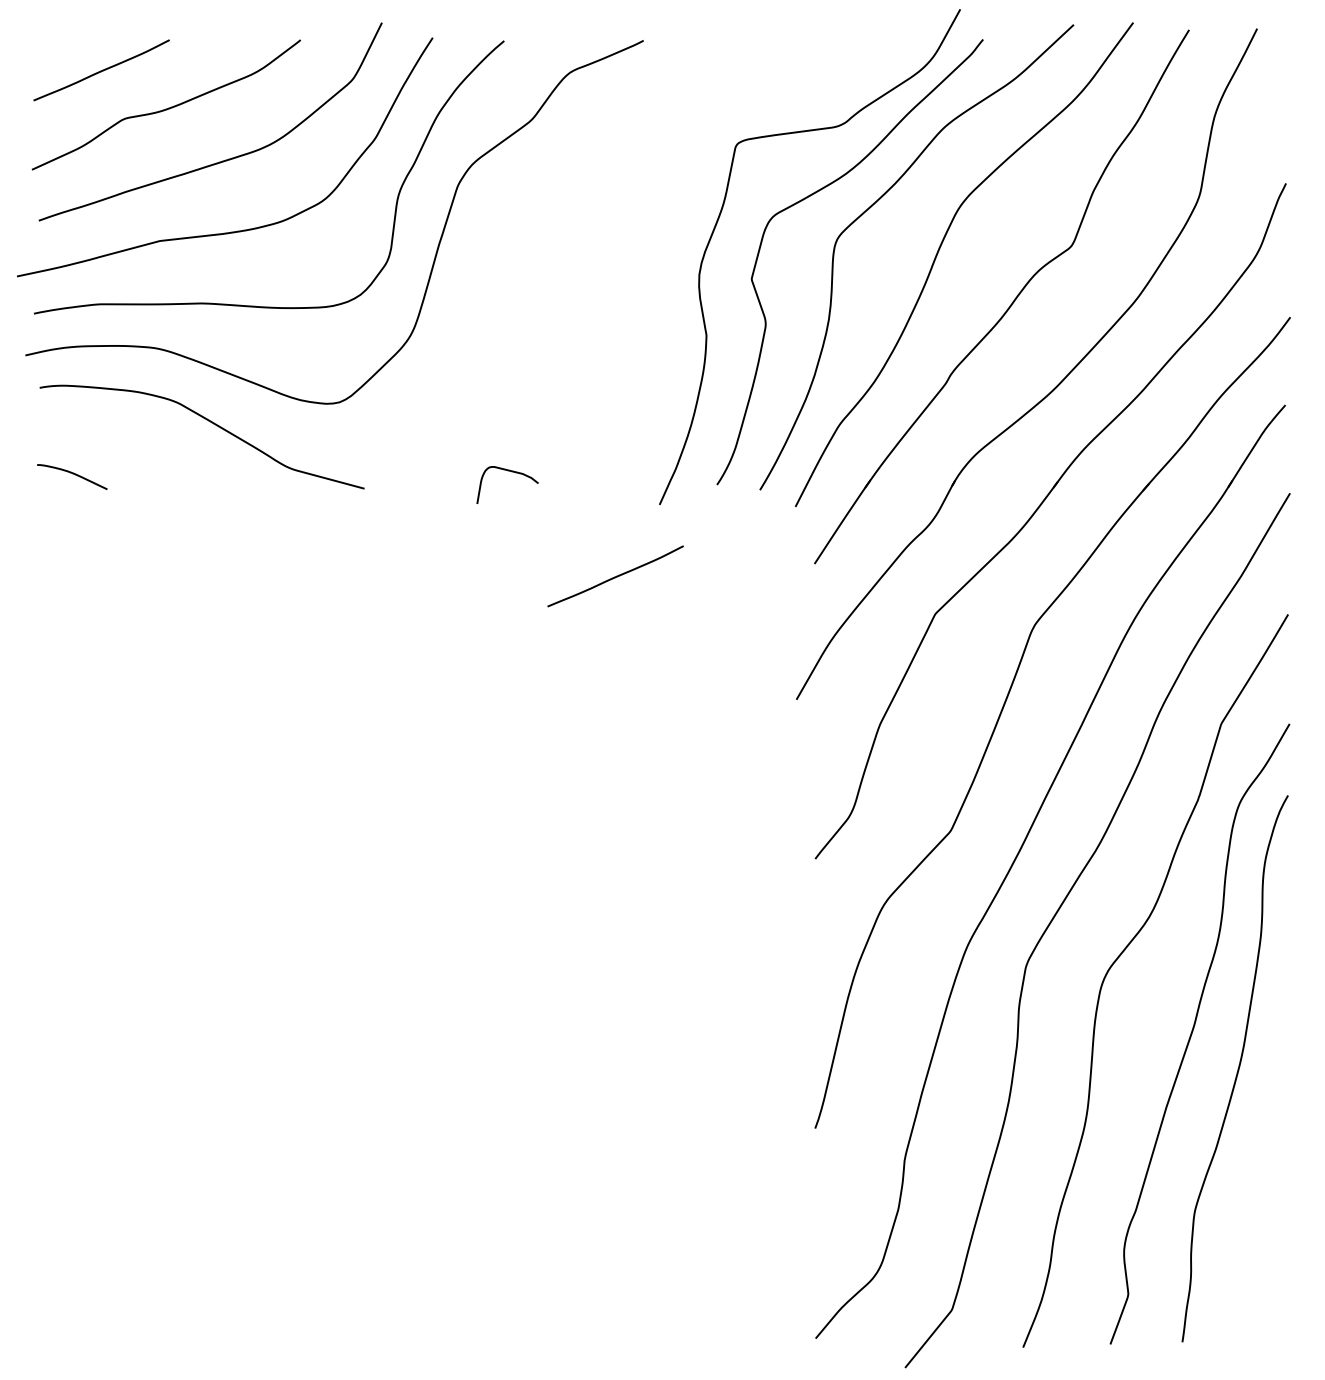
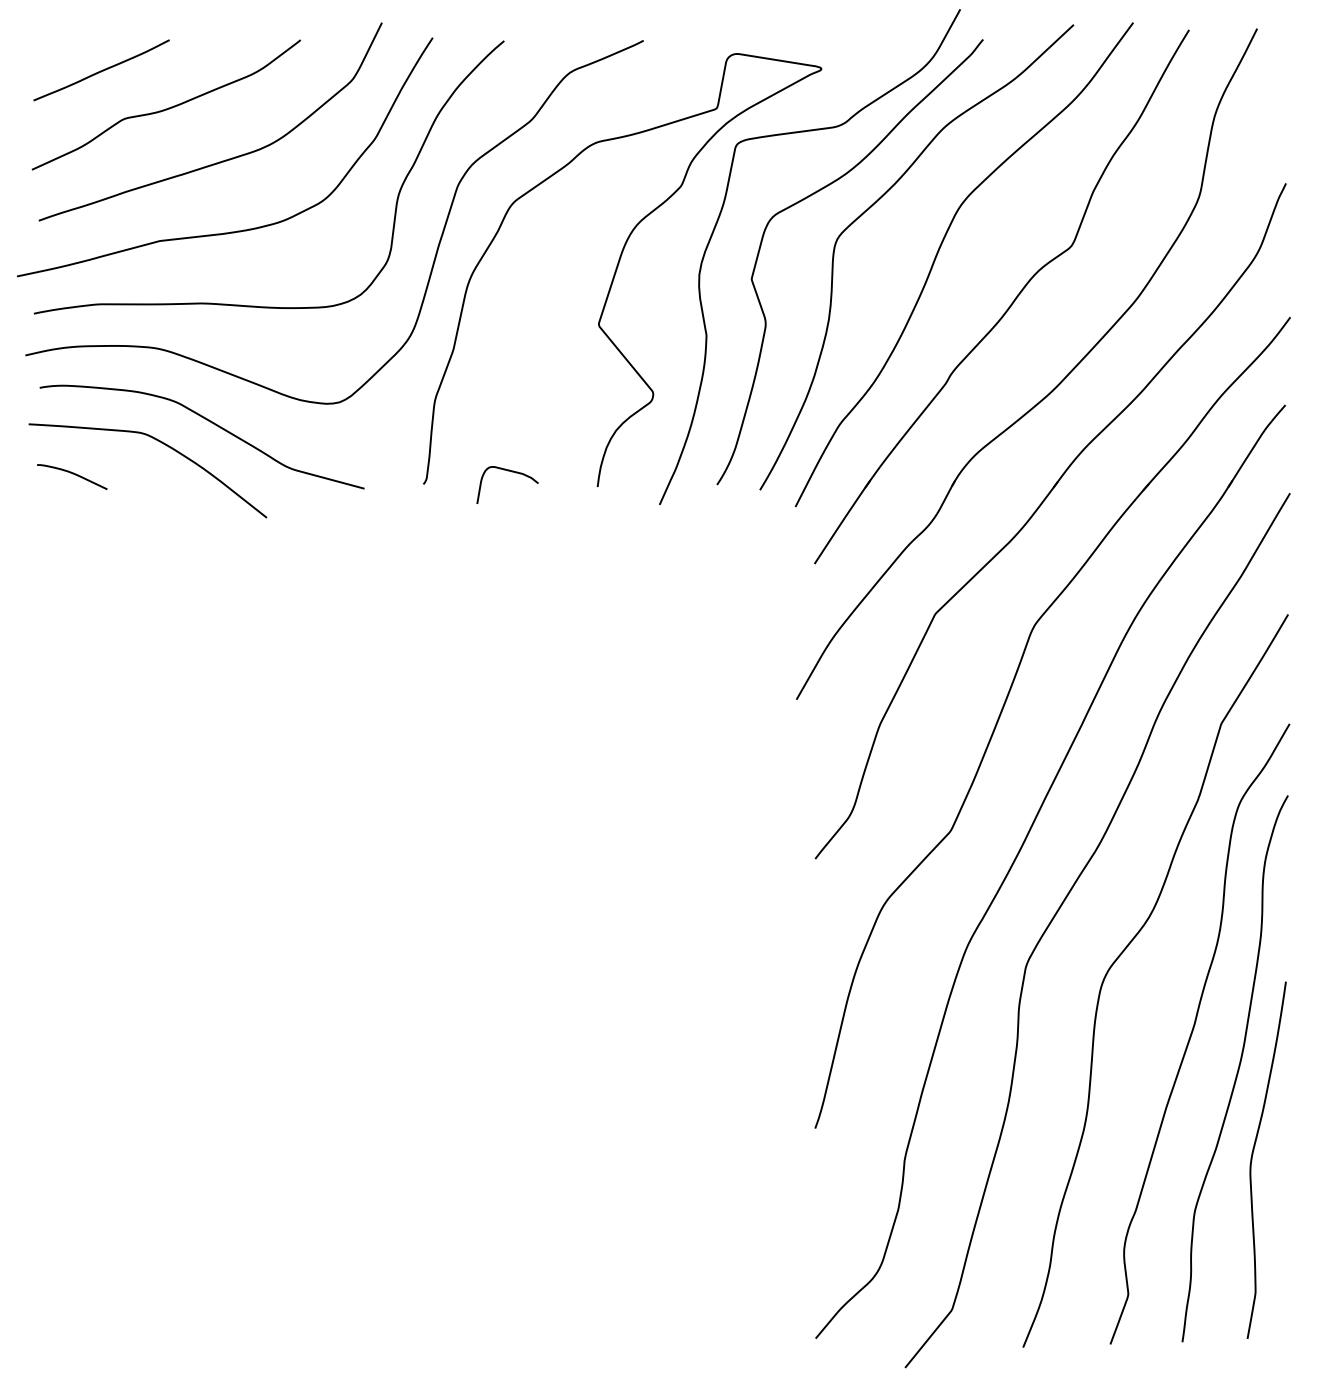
curve at (618, 266): none -> present
curve at (161, 443): none -> present
curve at (615, 576): present -> none
curve at (1253, 1154): none -> present
